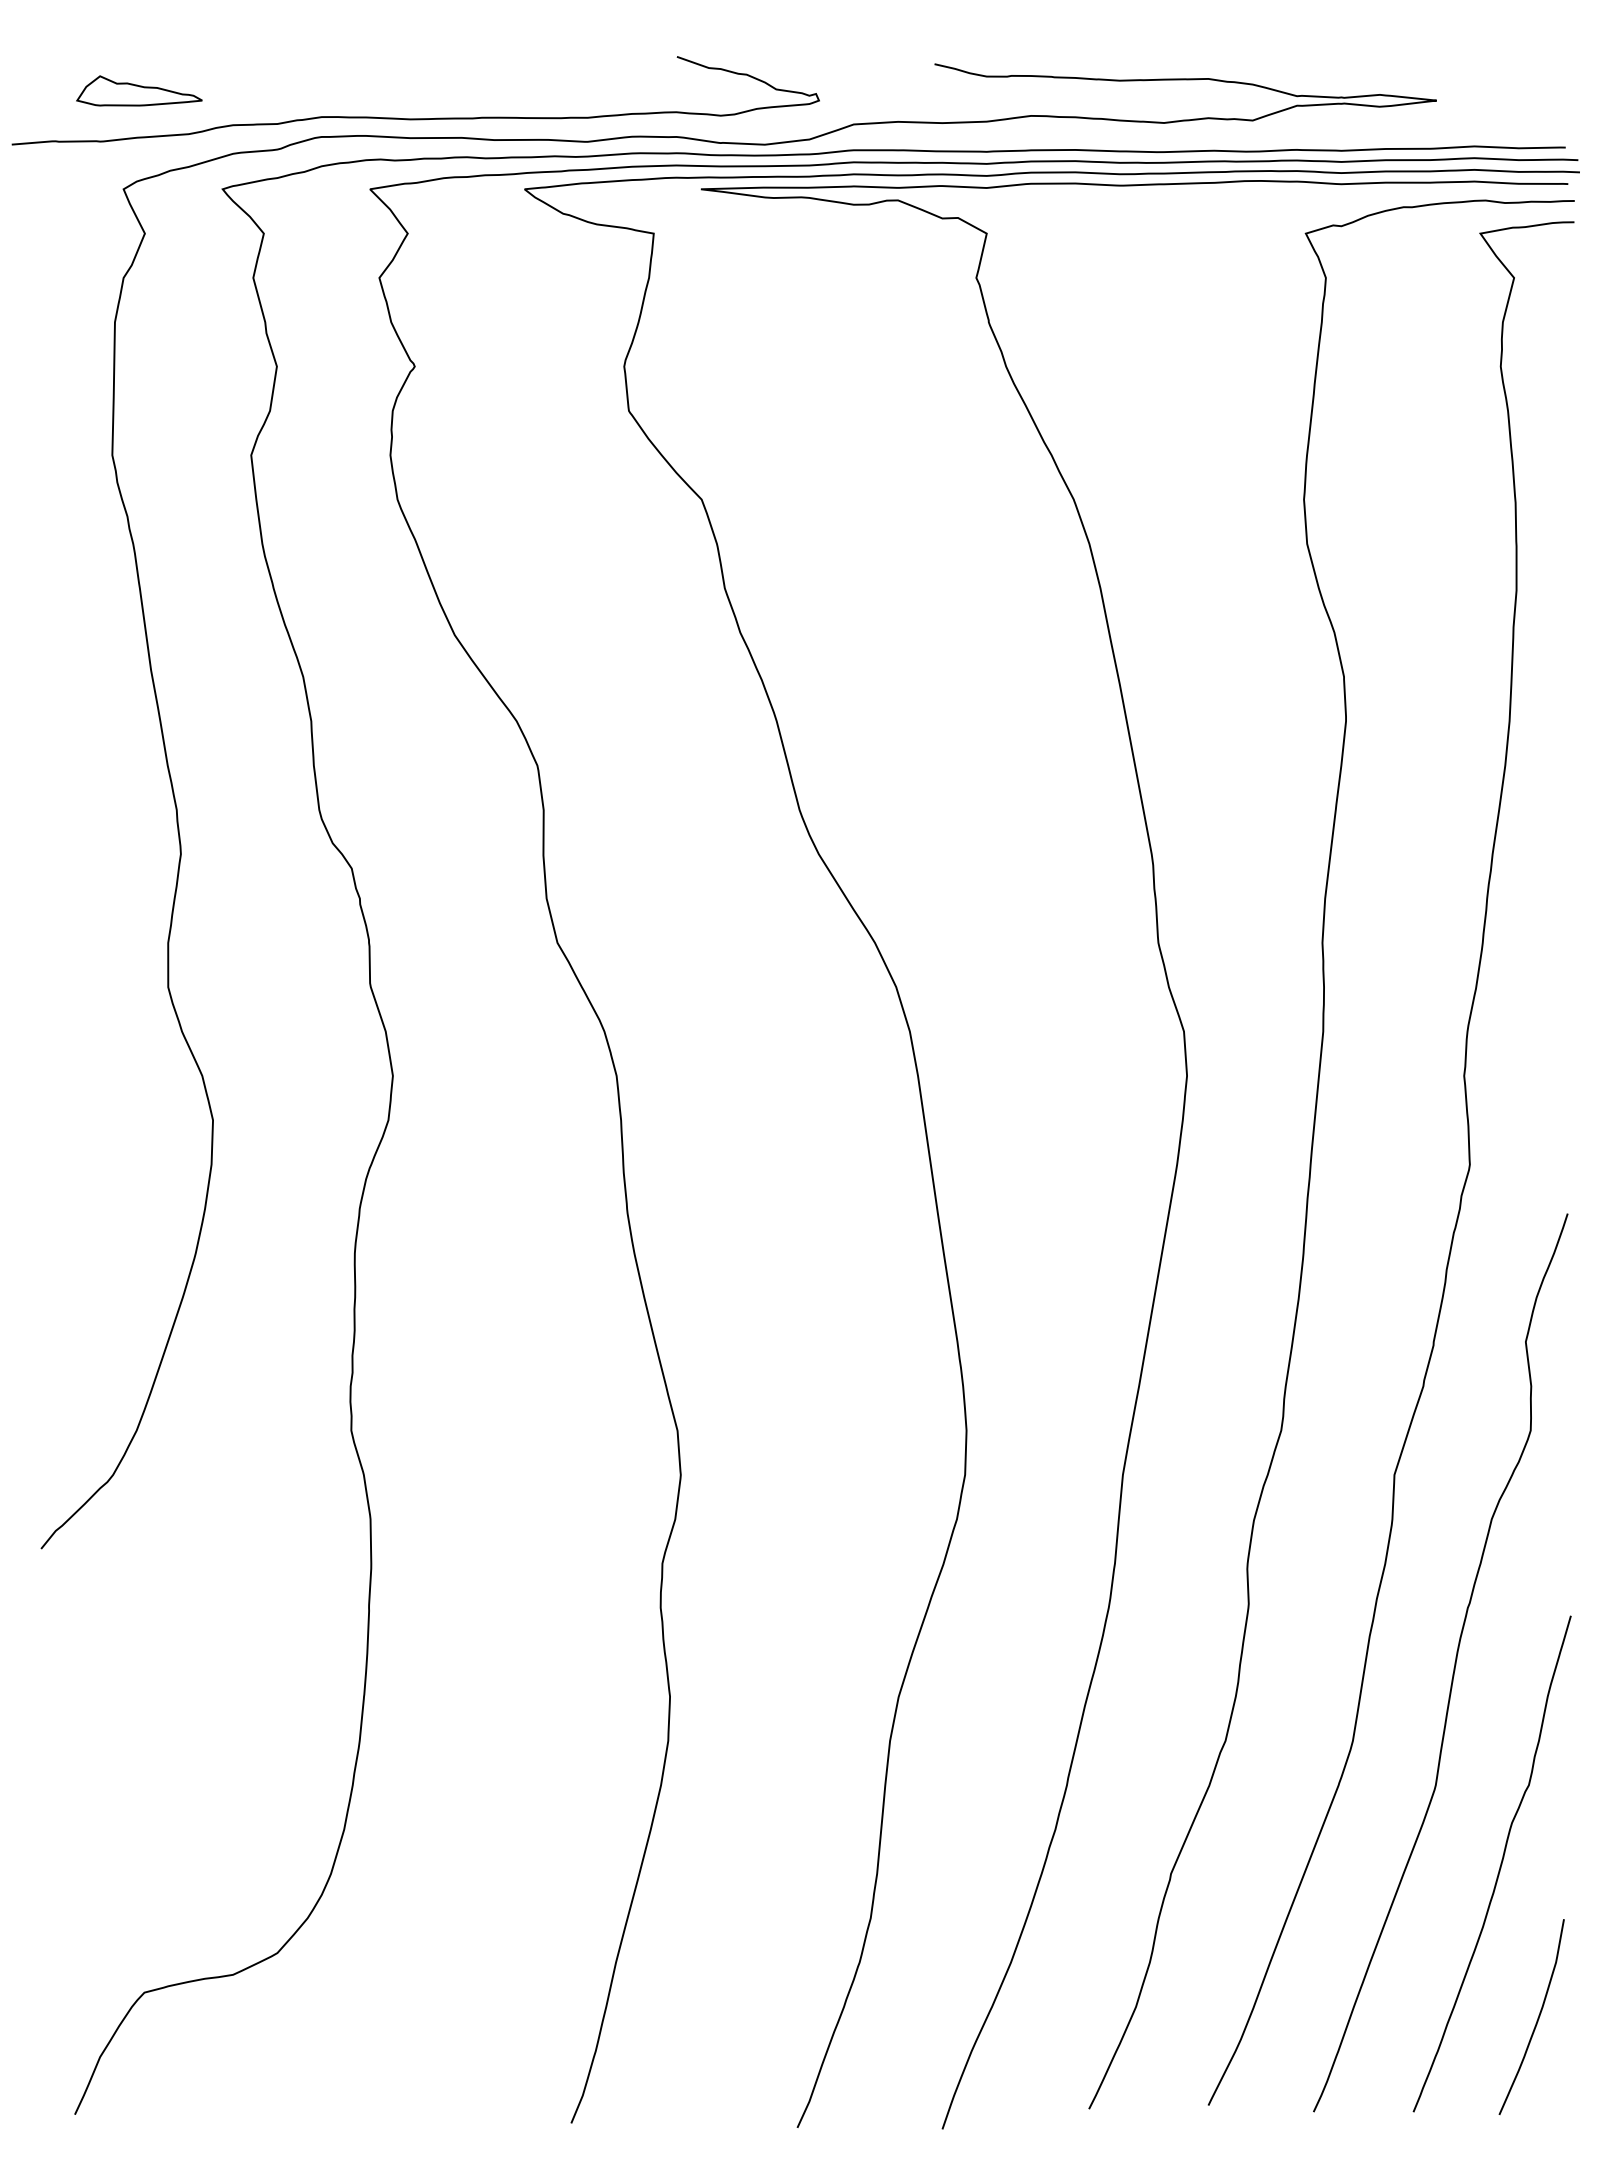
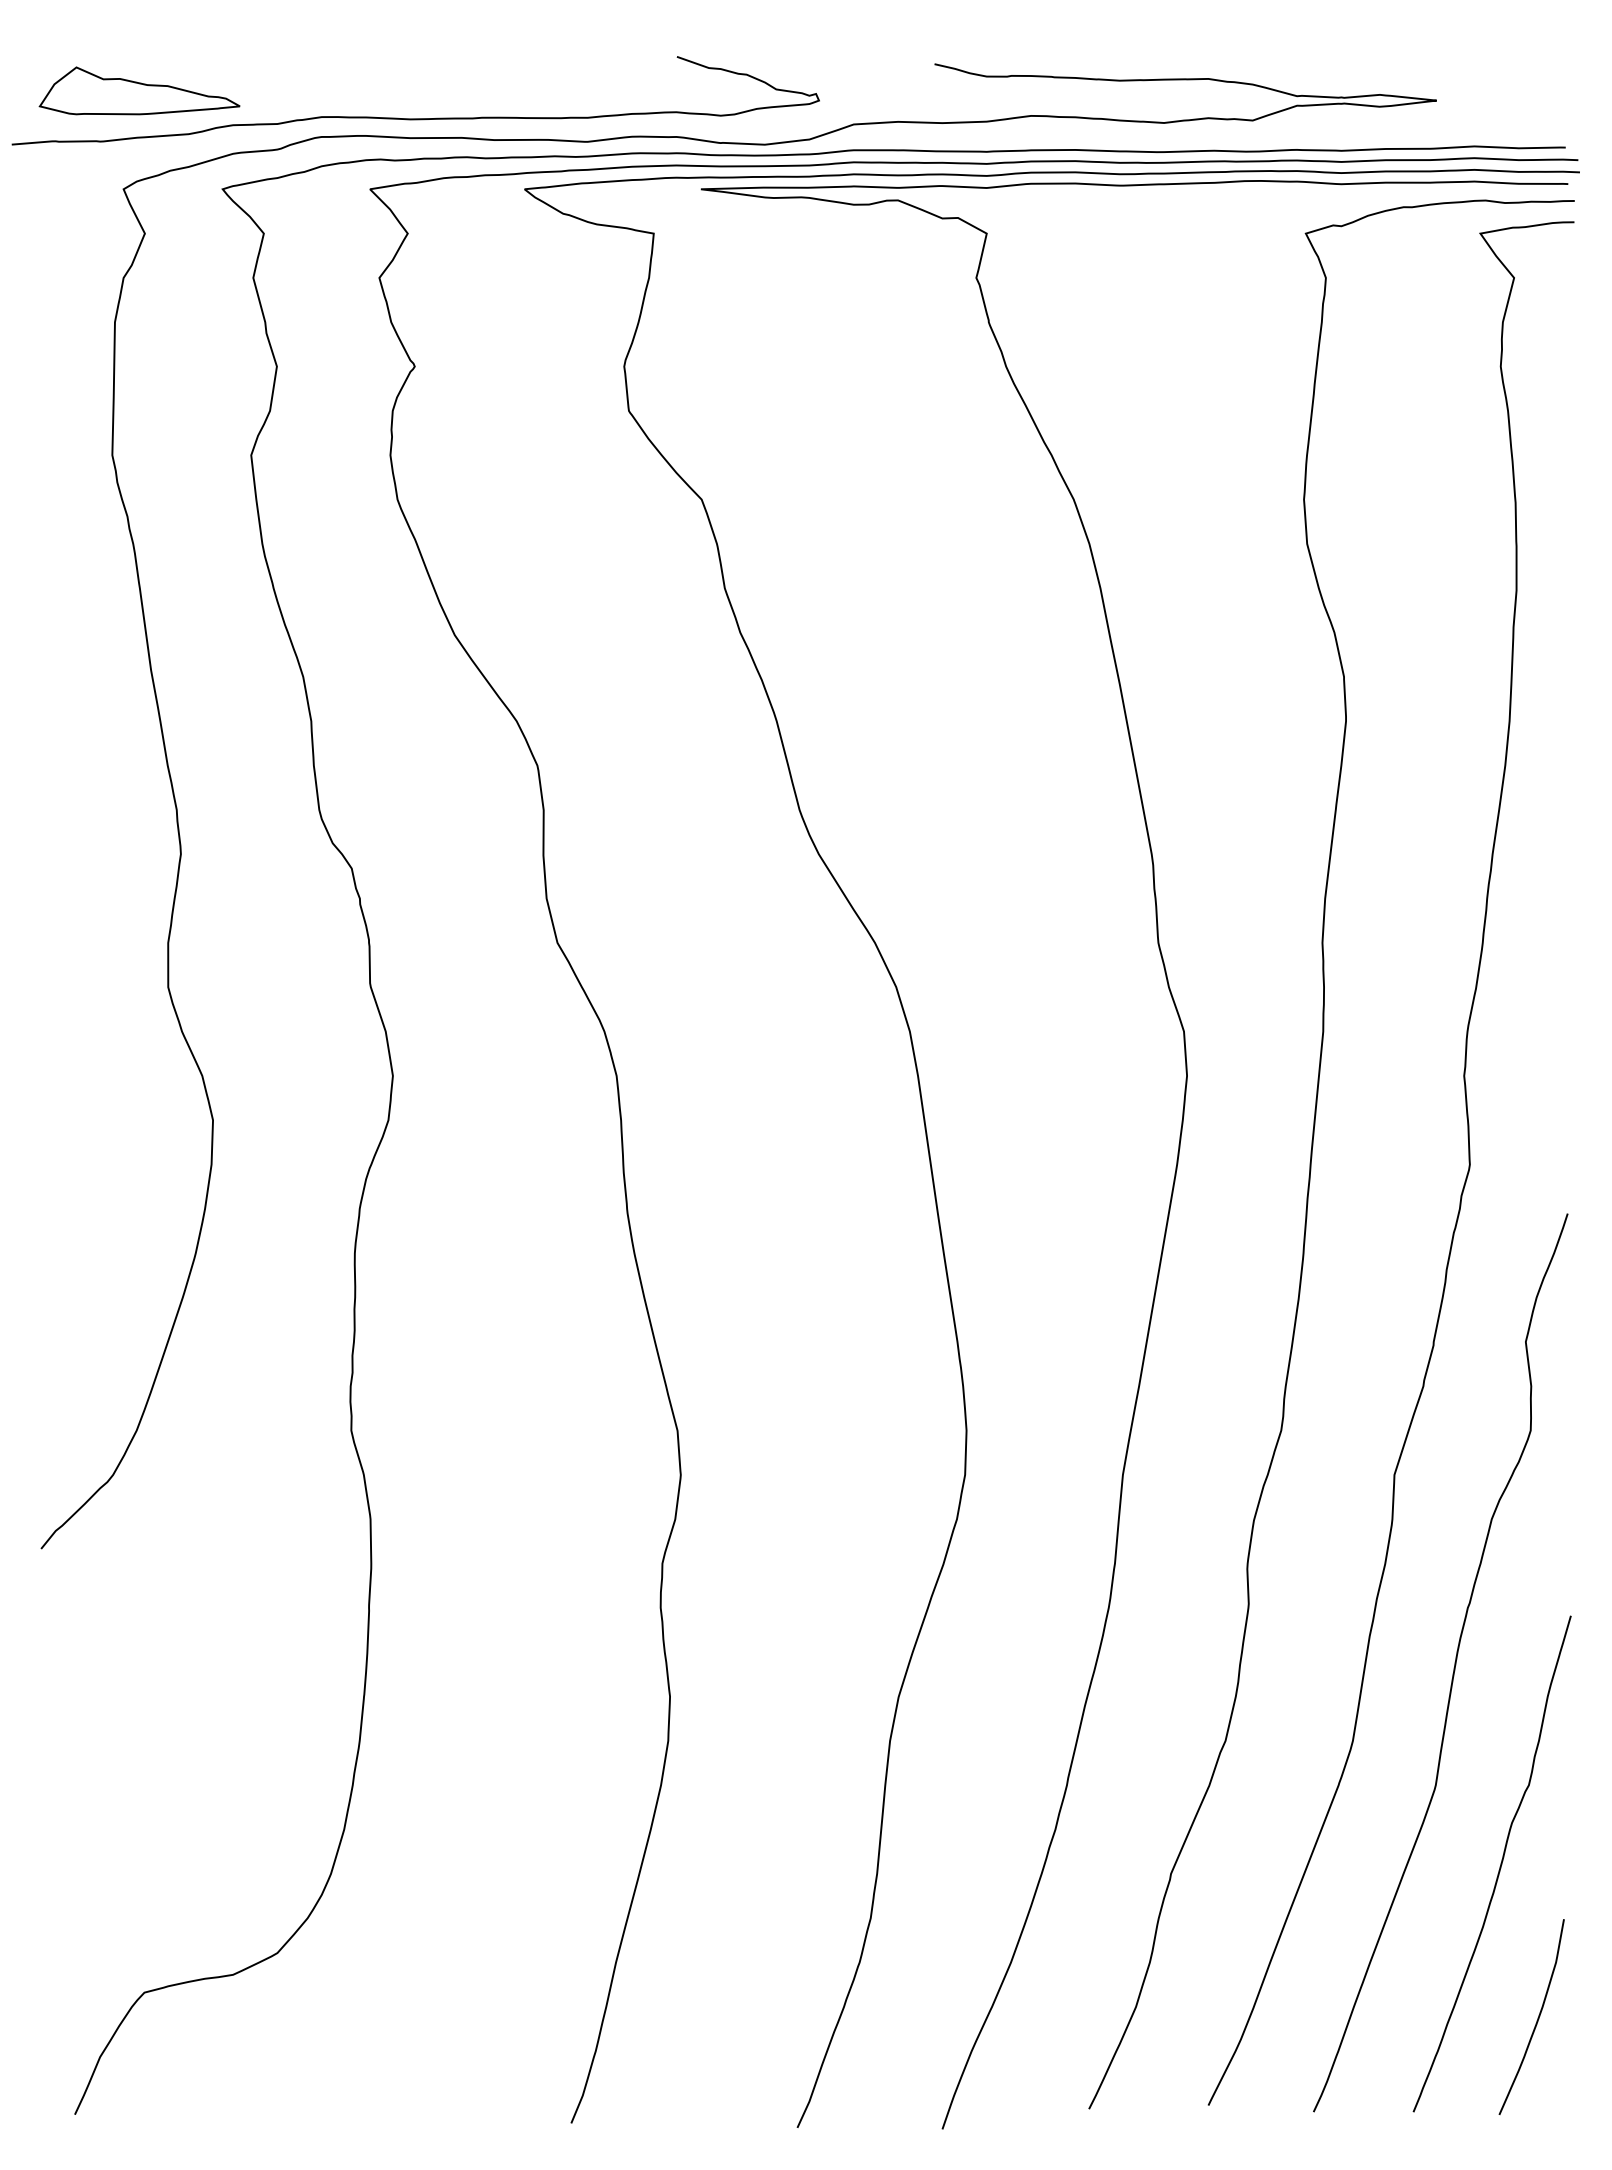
part at (139, 90) size: 127x32 px -> 203x50 px
